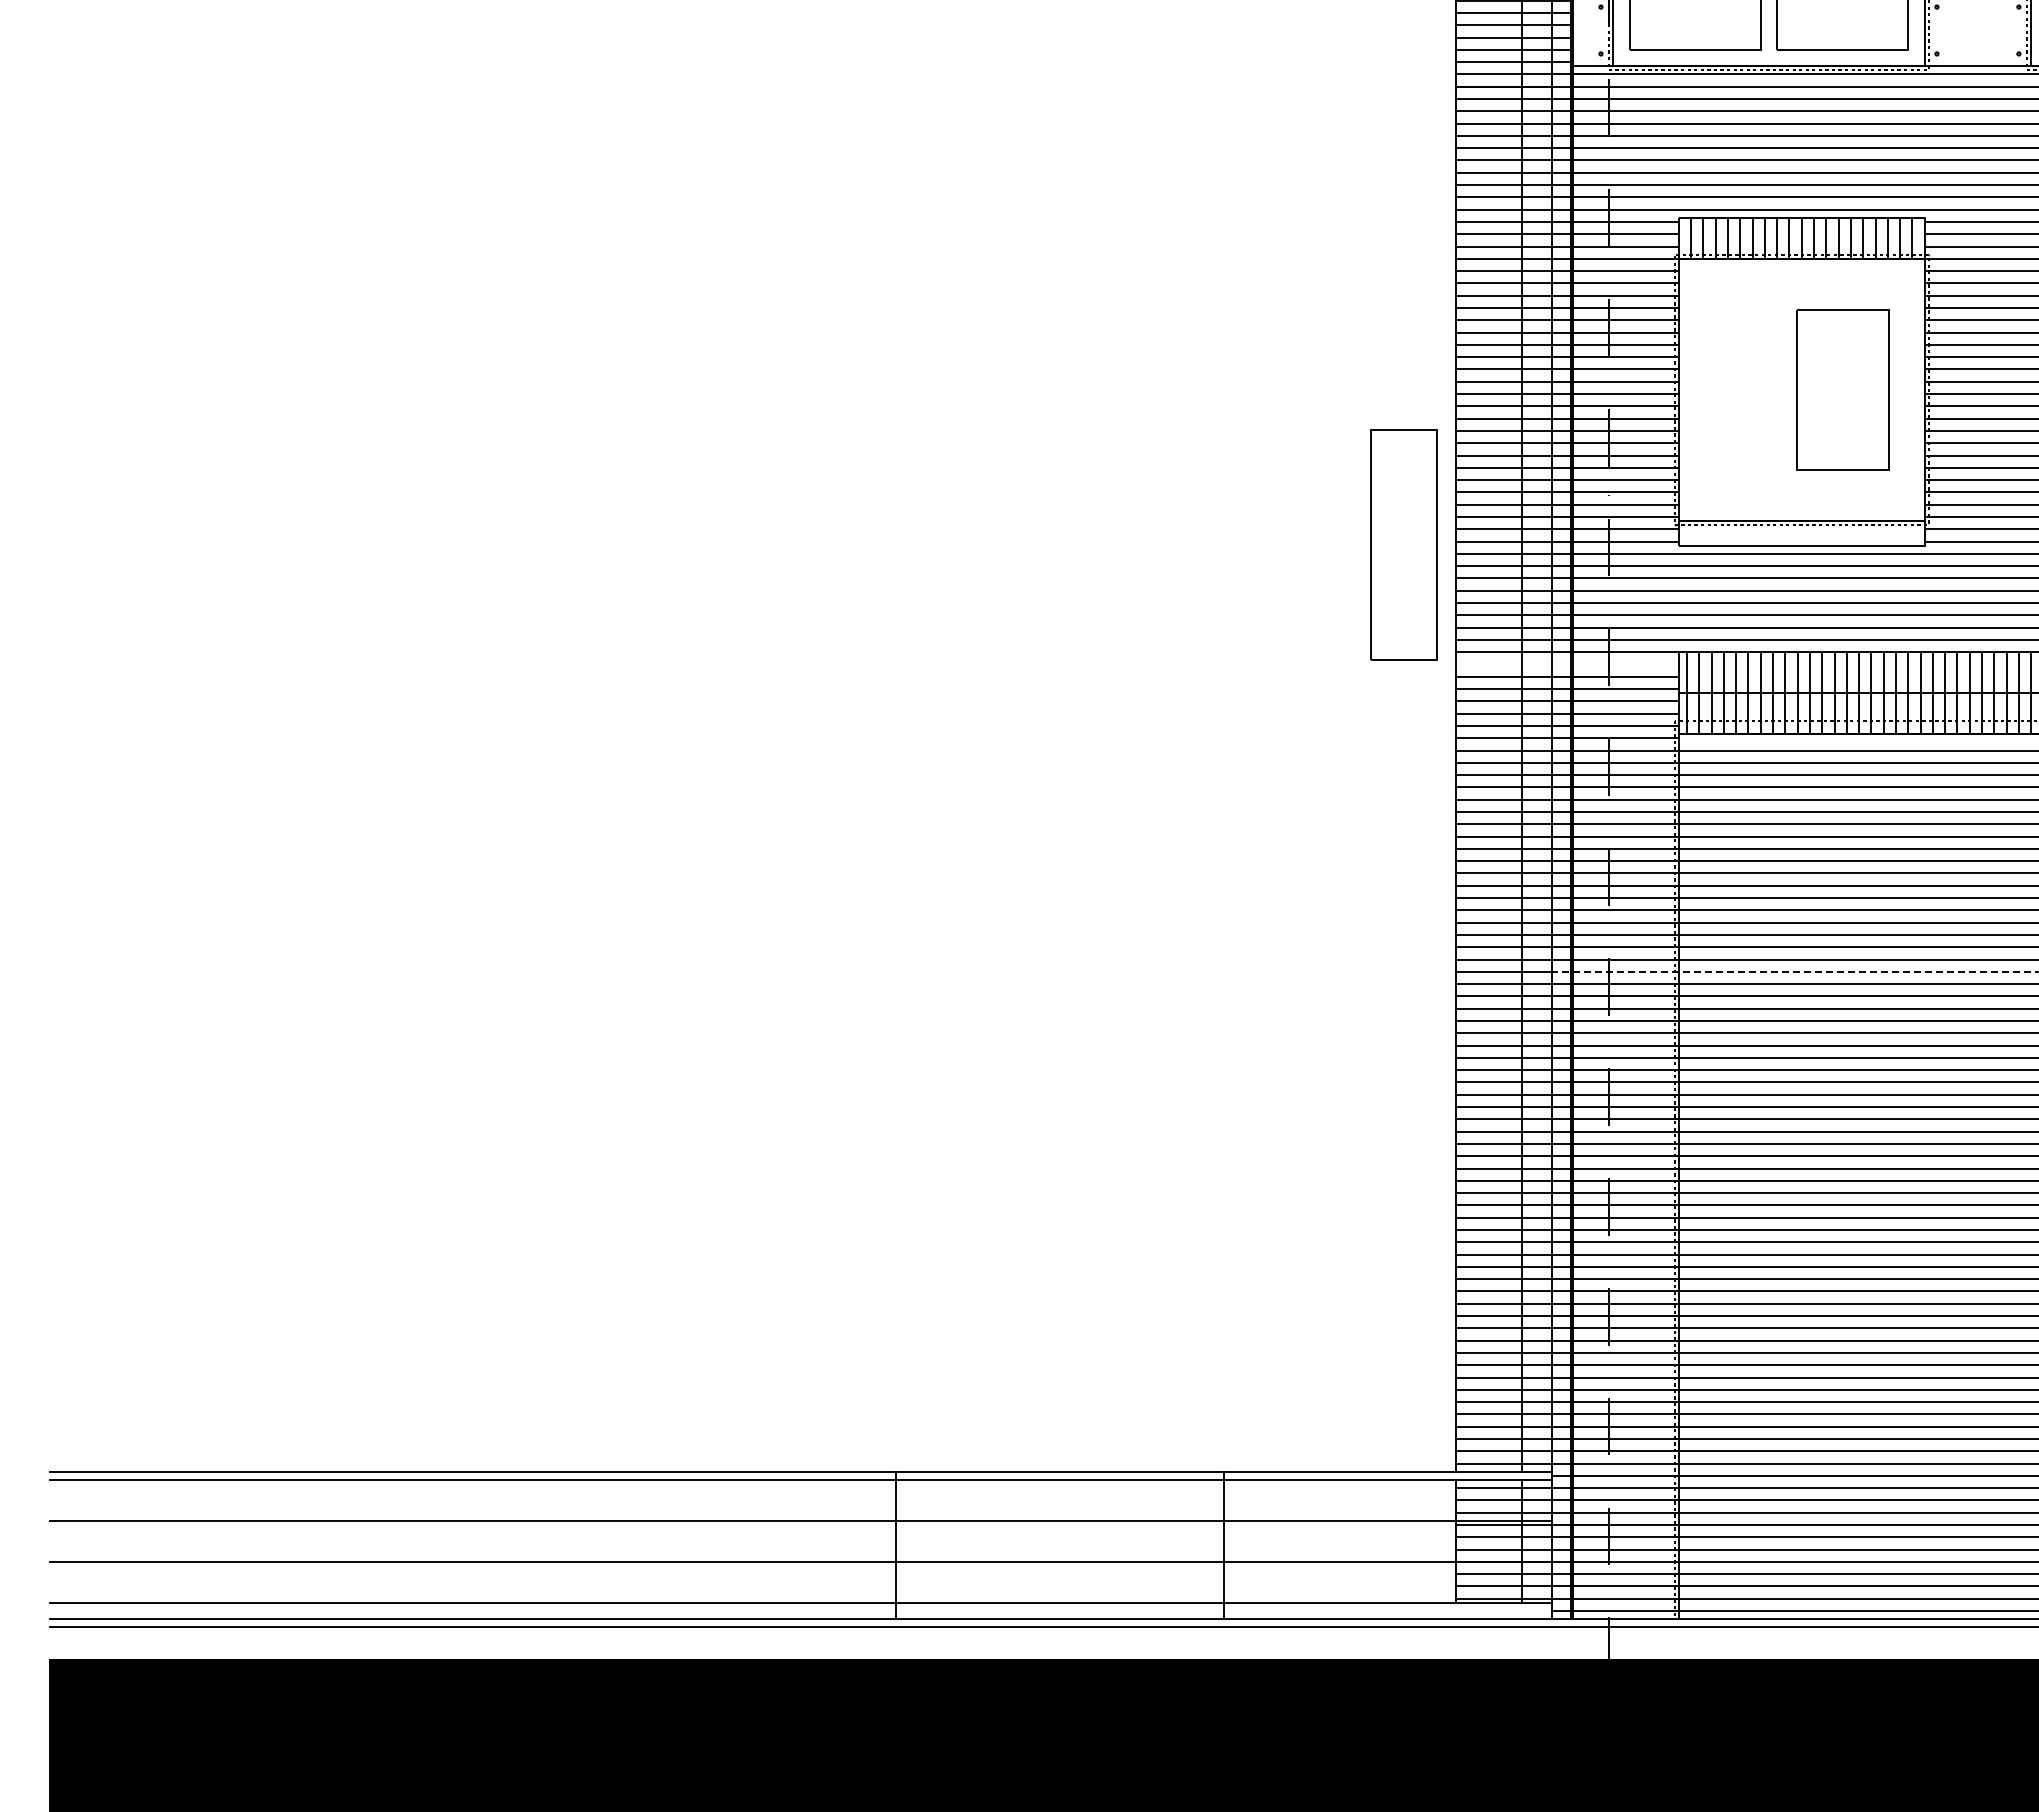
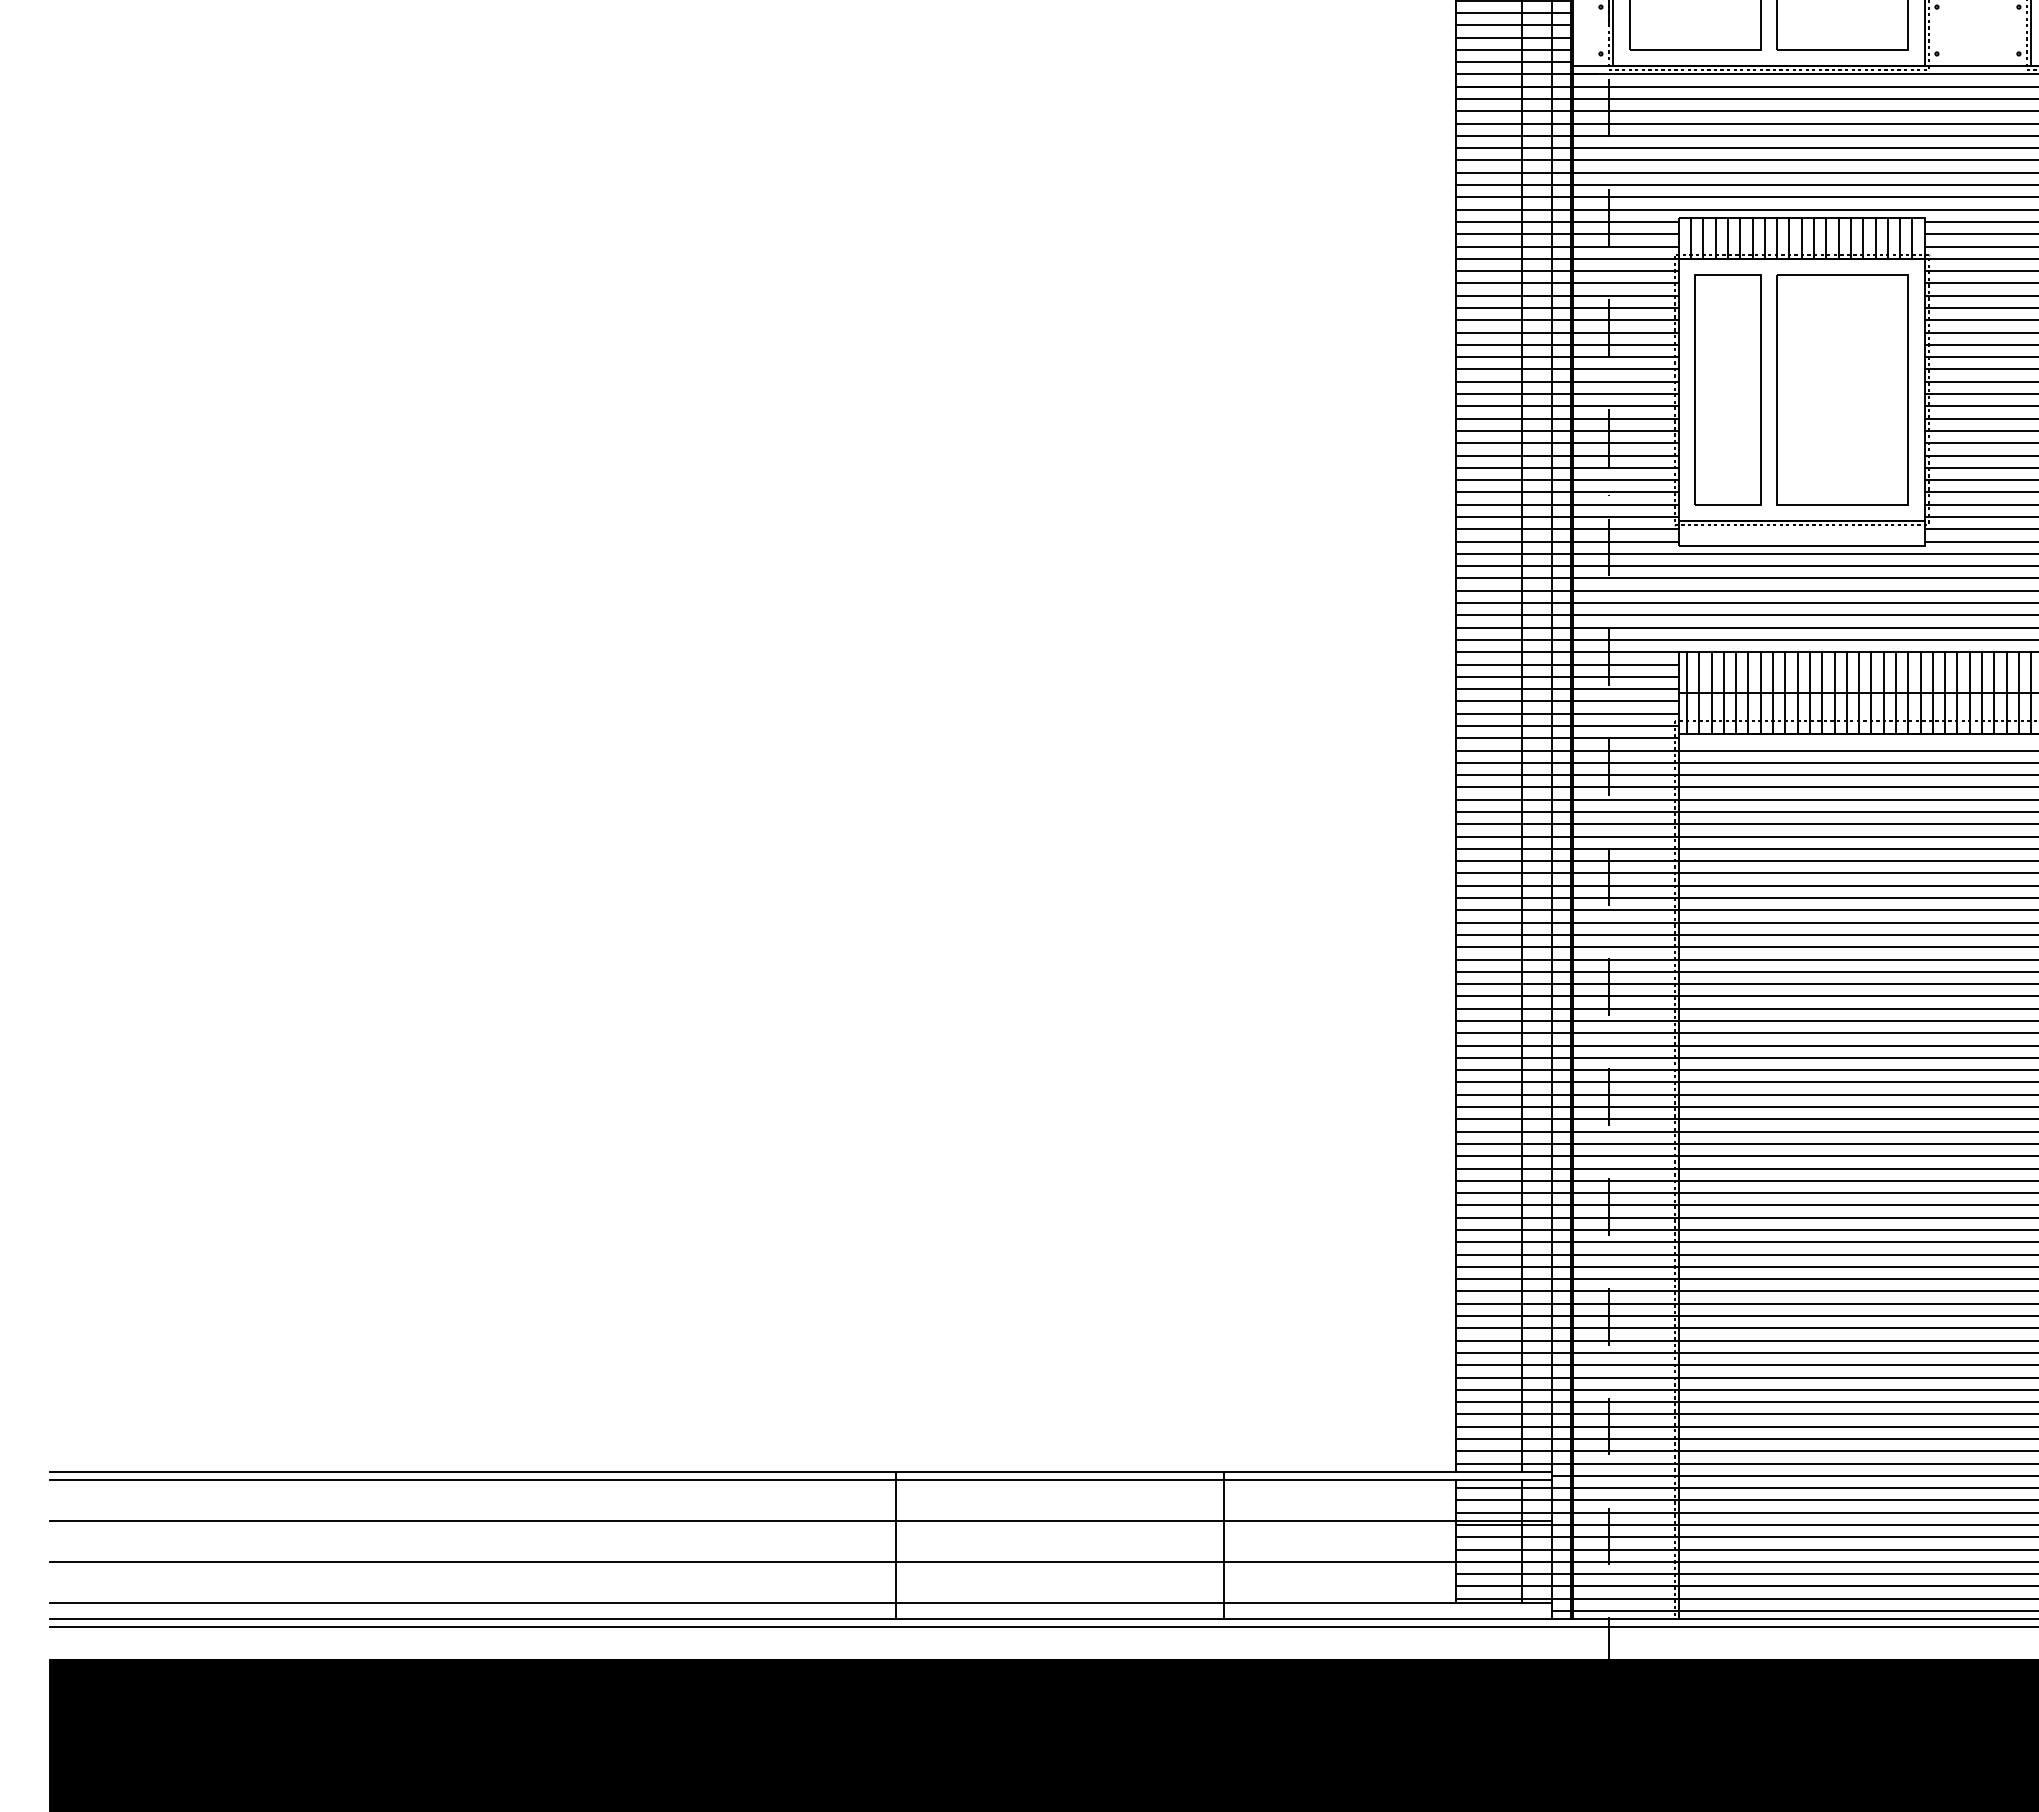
part at (1842, 389) size: 94x162 px -> 133x232 px
part at (1403, 544) position: (1403, 544) -> (1727, 389)
line at (1567, 664): none -> present
line at (1794, 971): dashed -> solid
